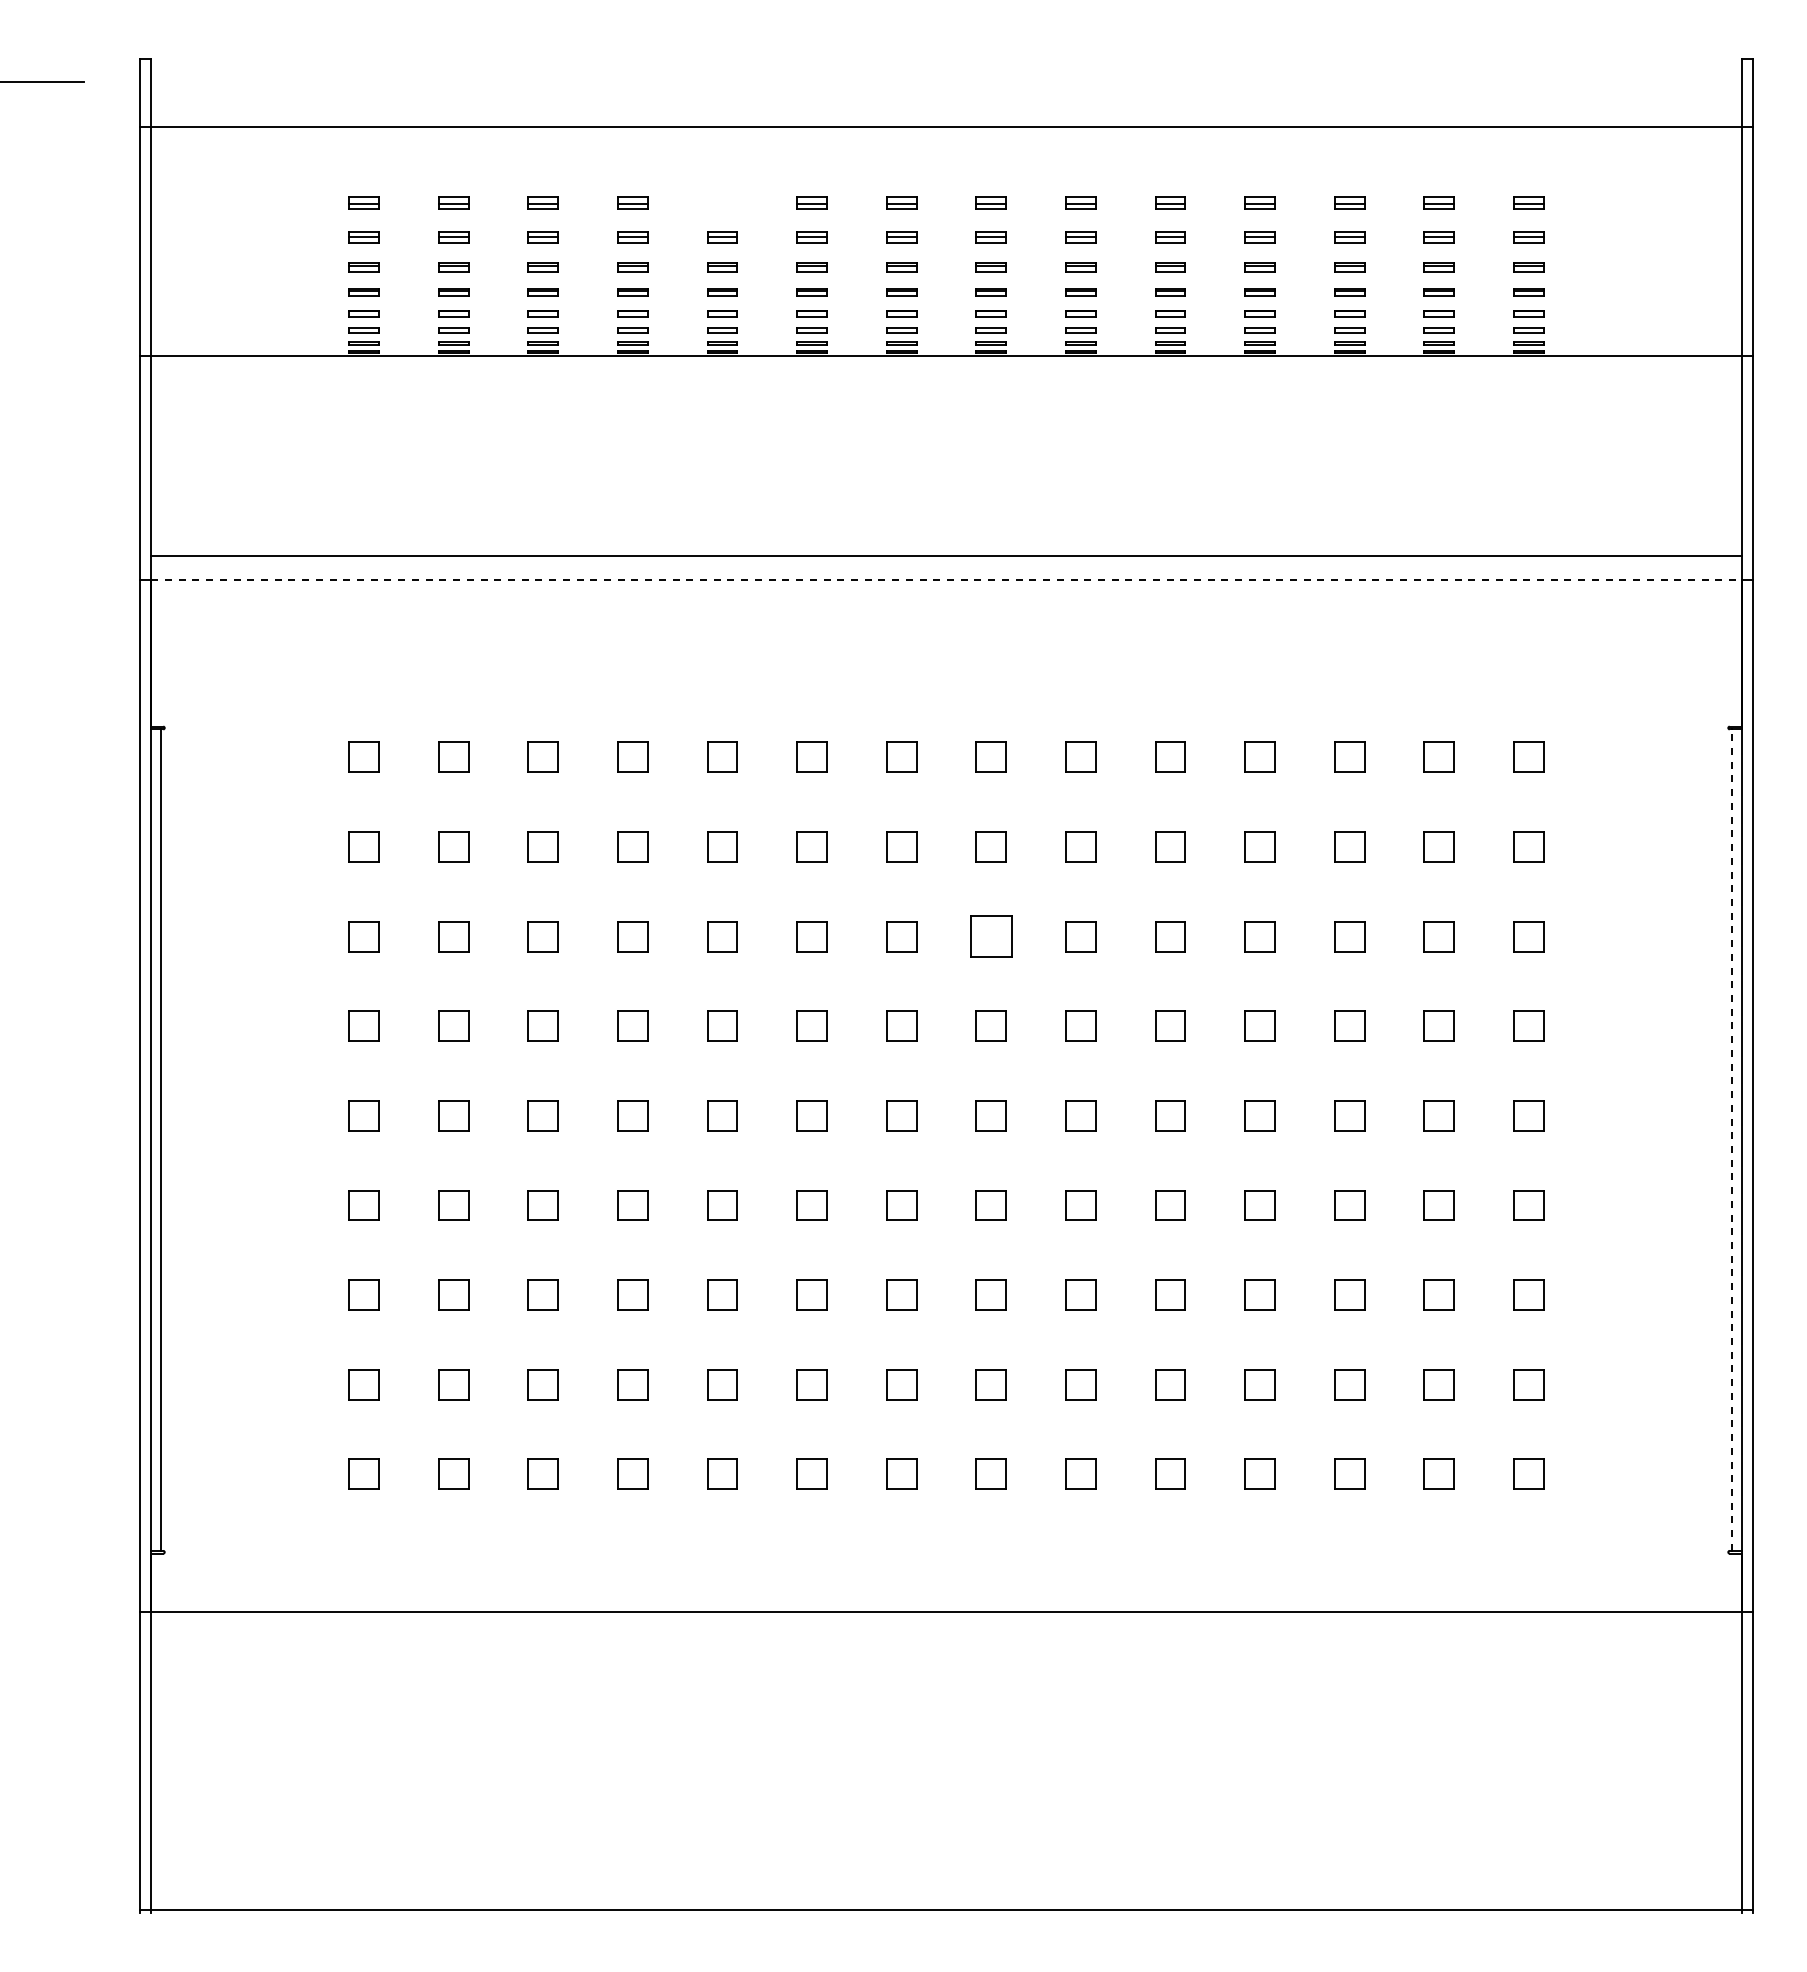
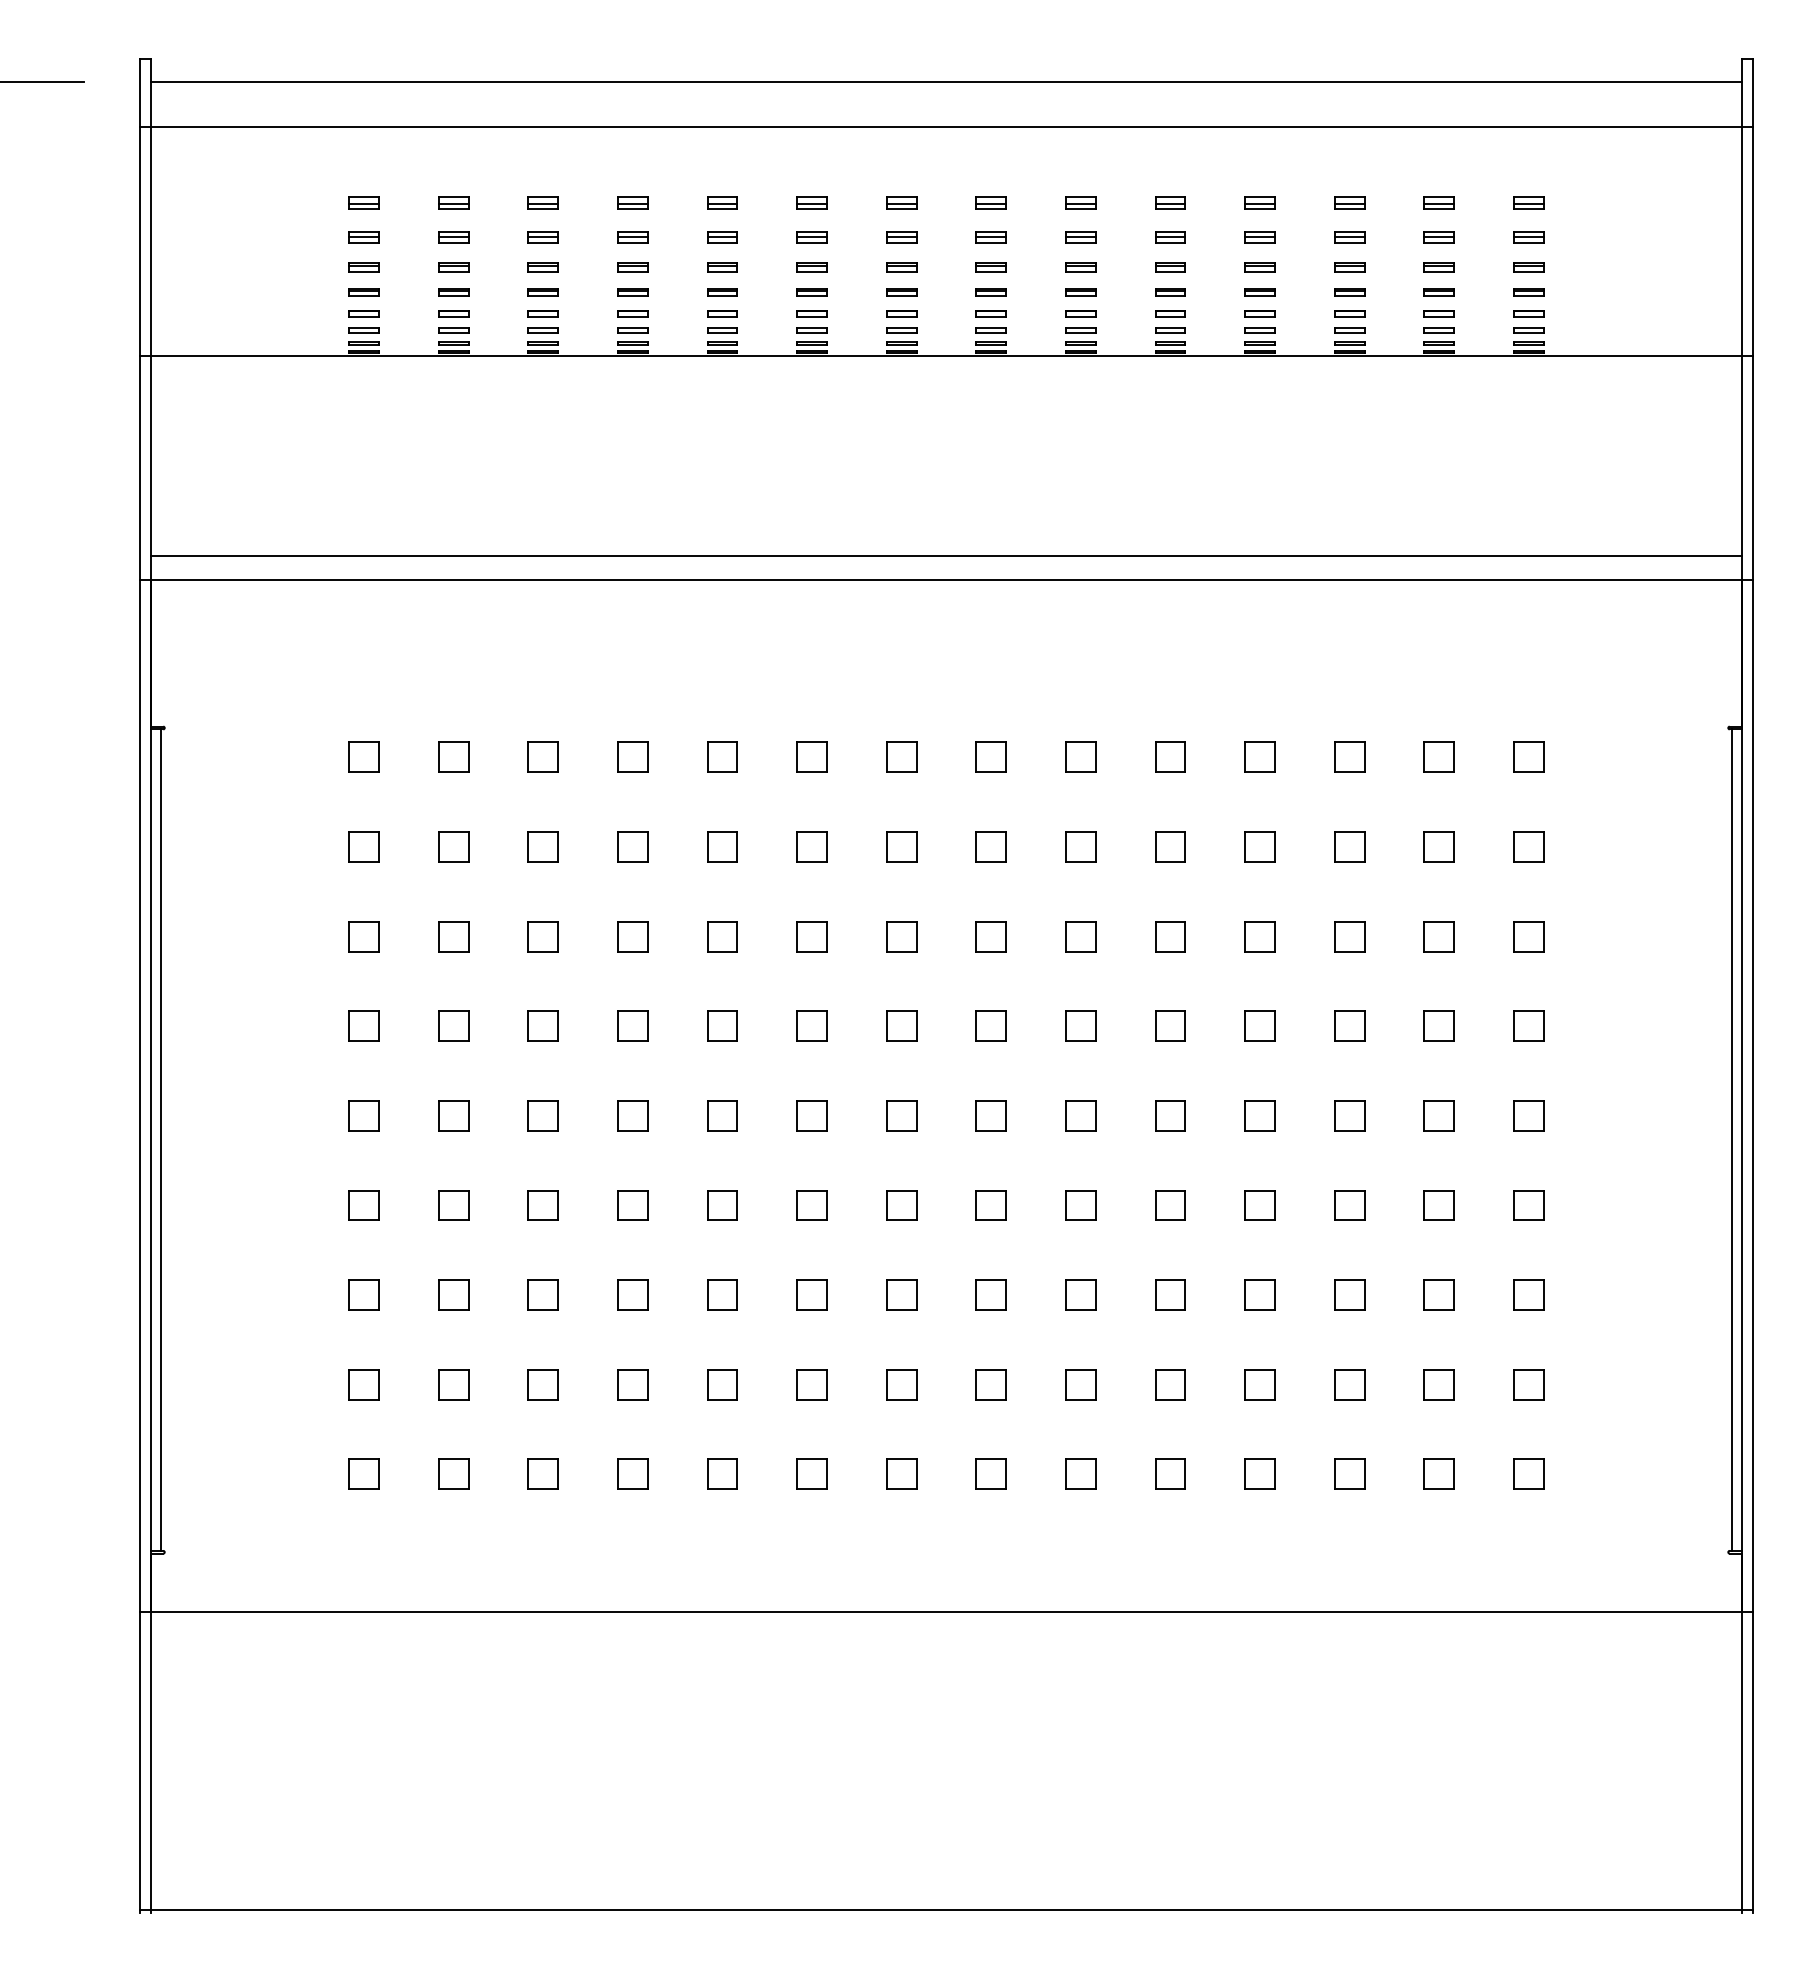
line at (946, 81): none -> present
part at (722, 202): none -> present
line at (947, 580): dashed -> solid
part at (991, 936) size: 43x43 px -> 32x32 px
line at (1732, 1140): dashed -> solid
